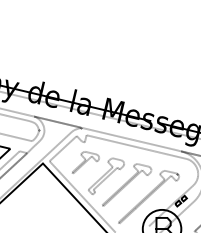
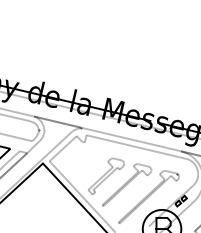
part at (85, 162): present -> none
